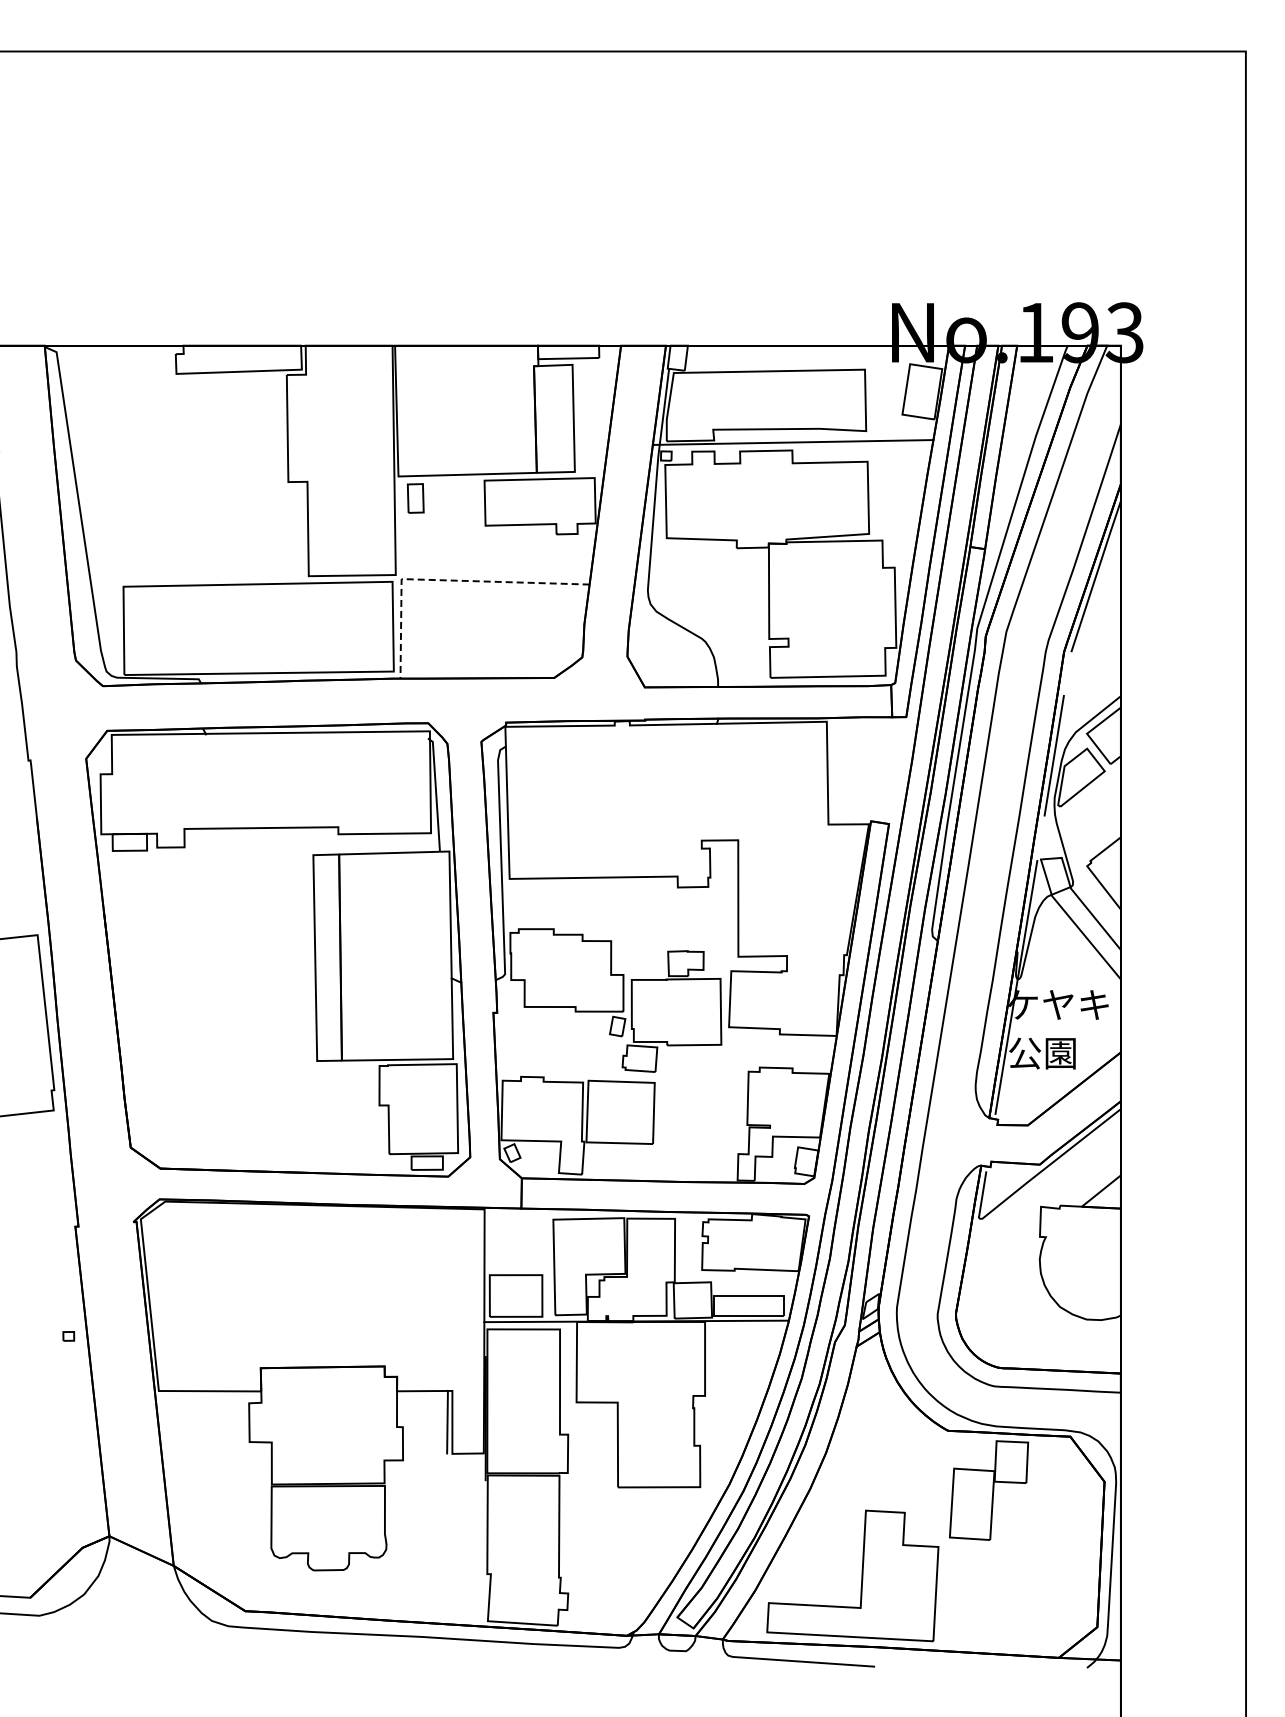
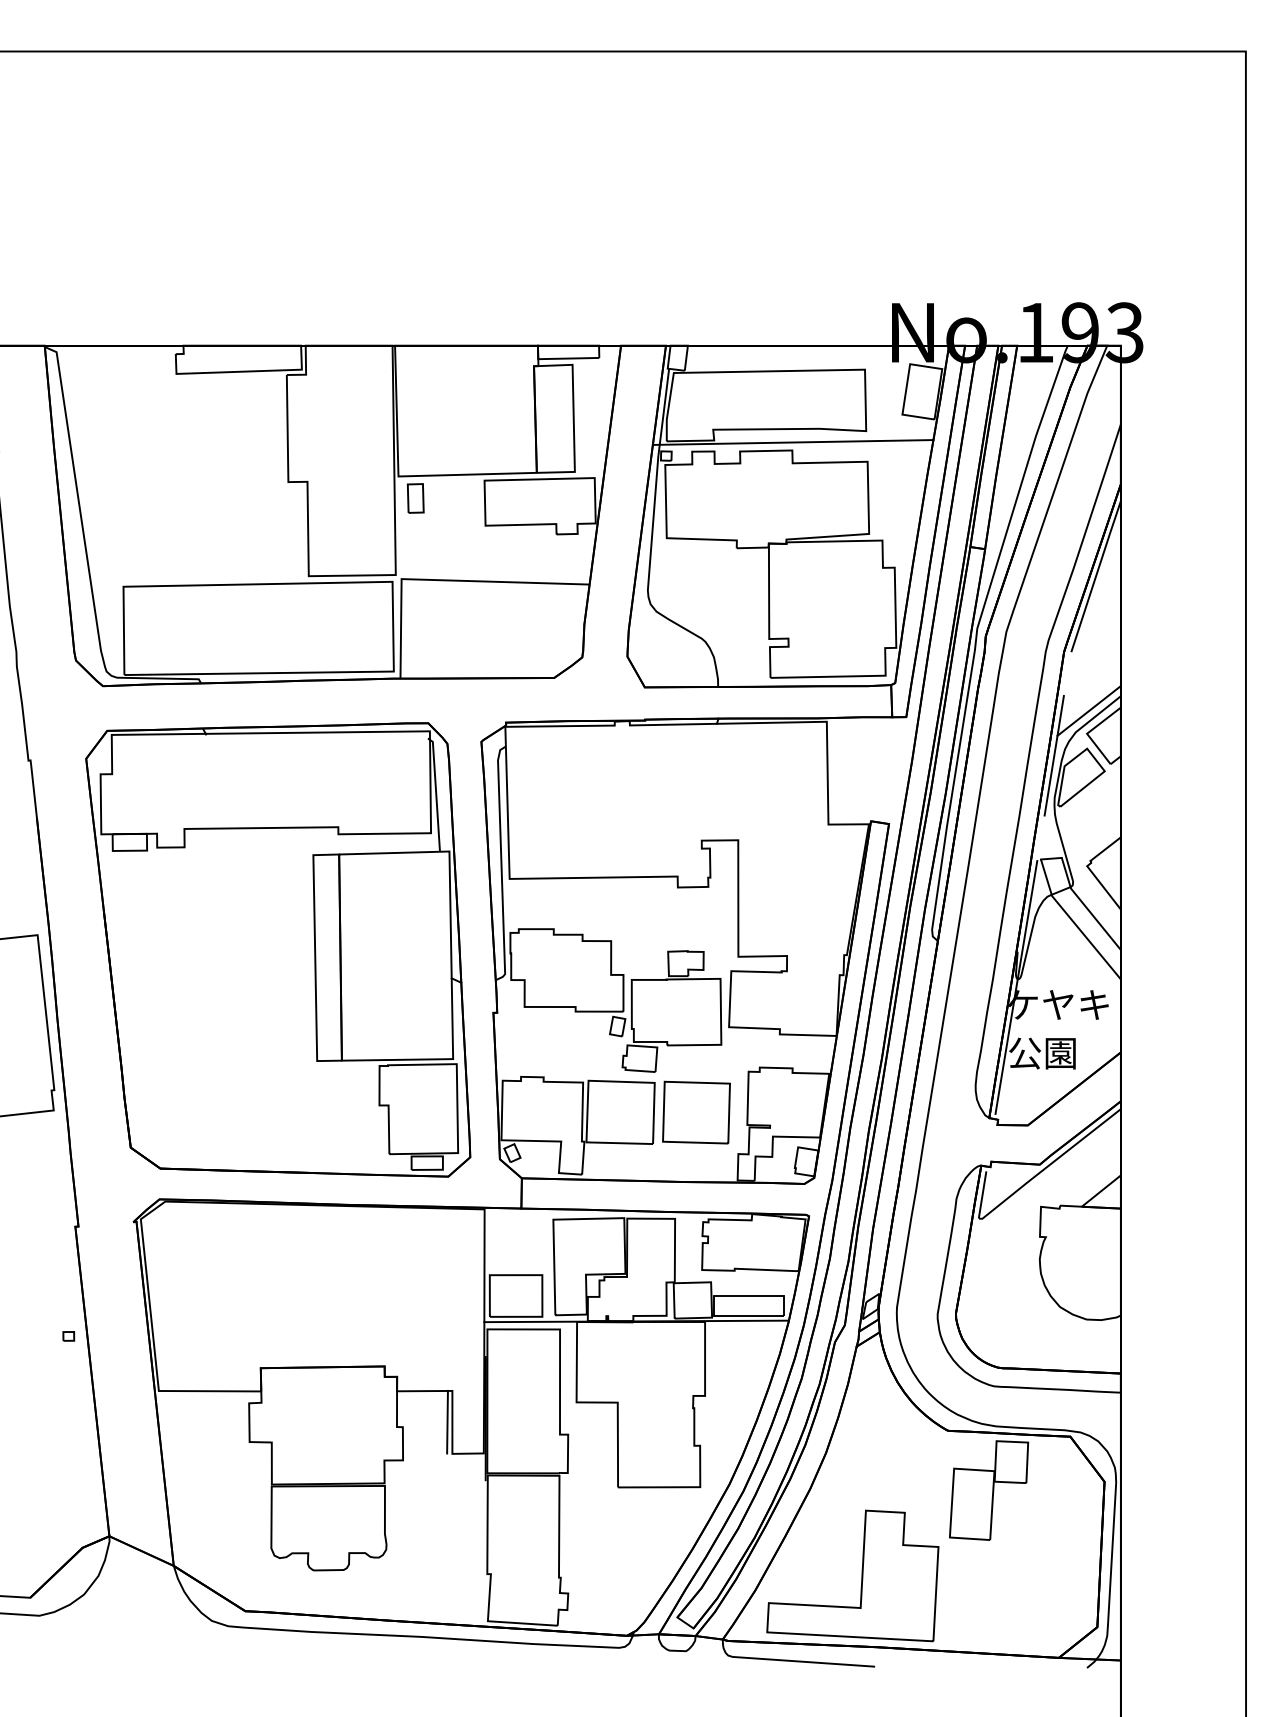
line at (445, 580): dashed -> solid
line at (1088, 710): none -> present
part at (696, 1112): none -> present
